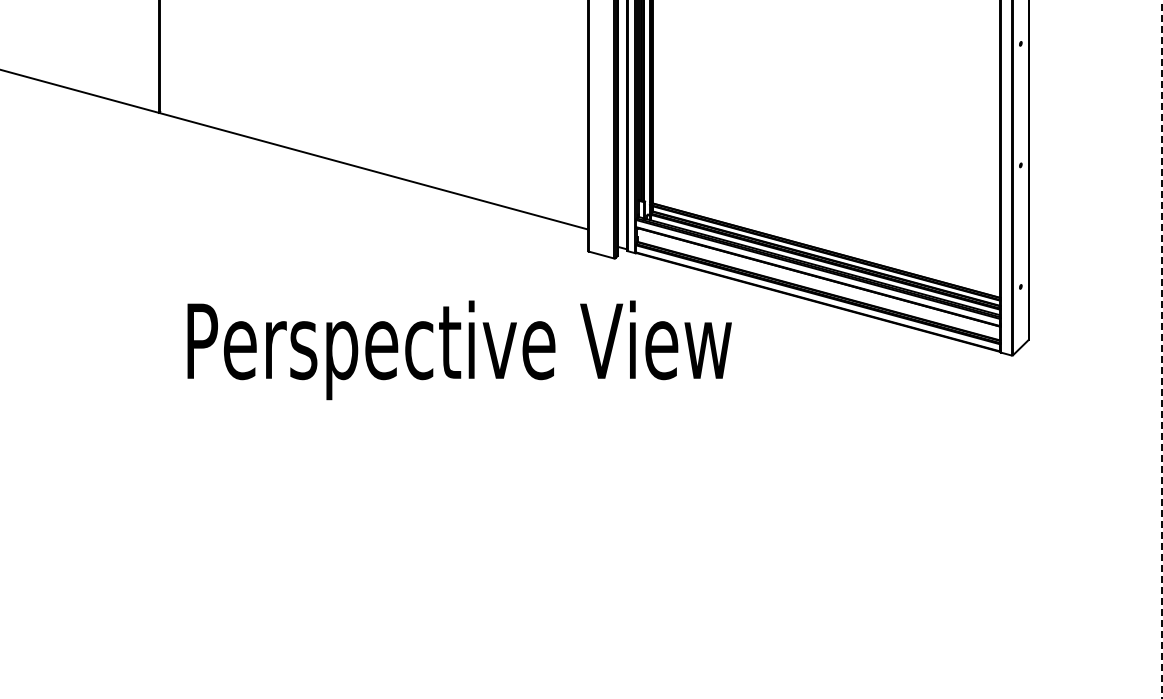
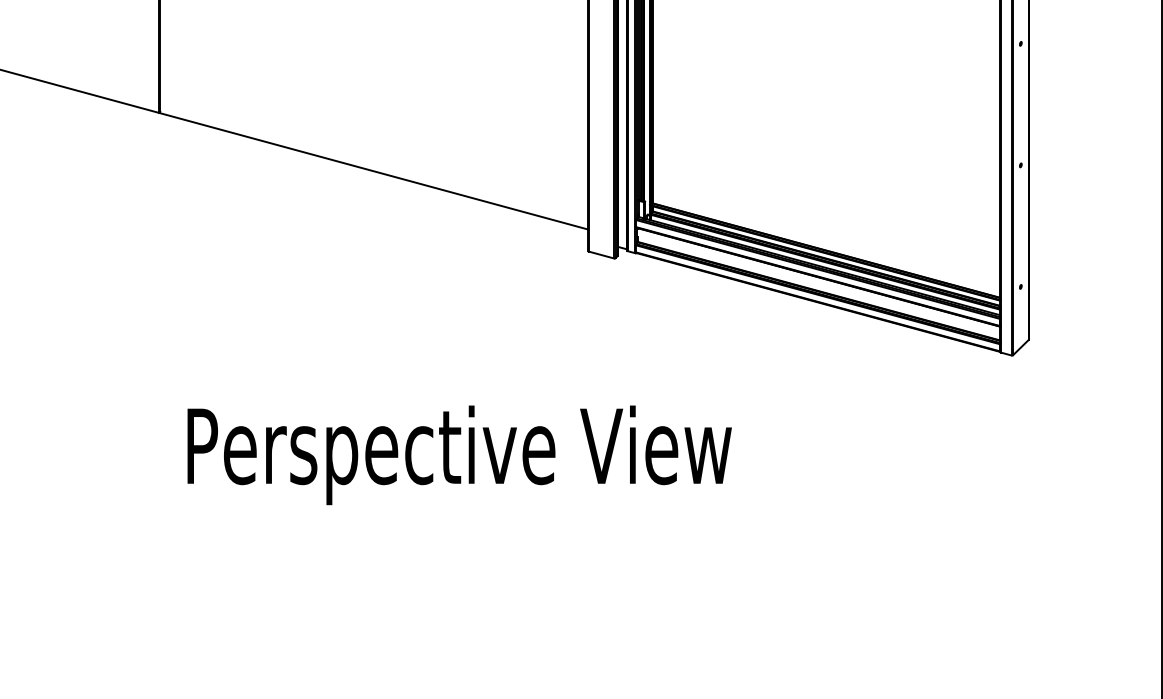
text at (459, 350) position: (459, 350) -> (459, 455)
line at (1161, 350): dashed -> solid
